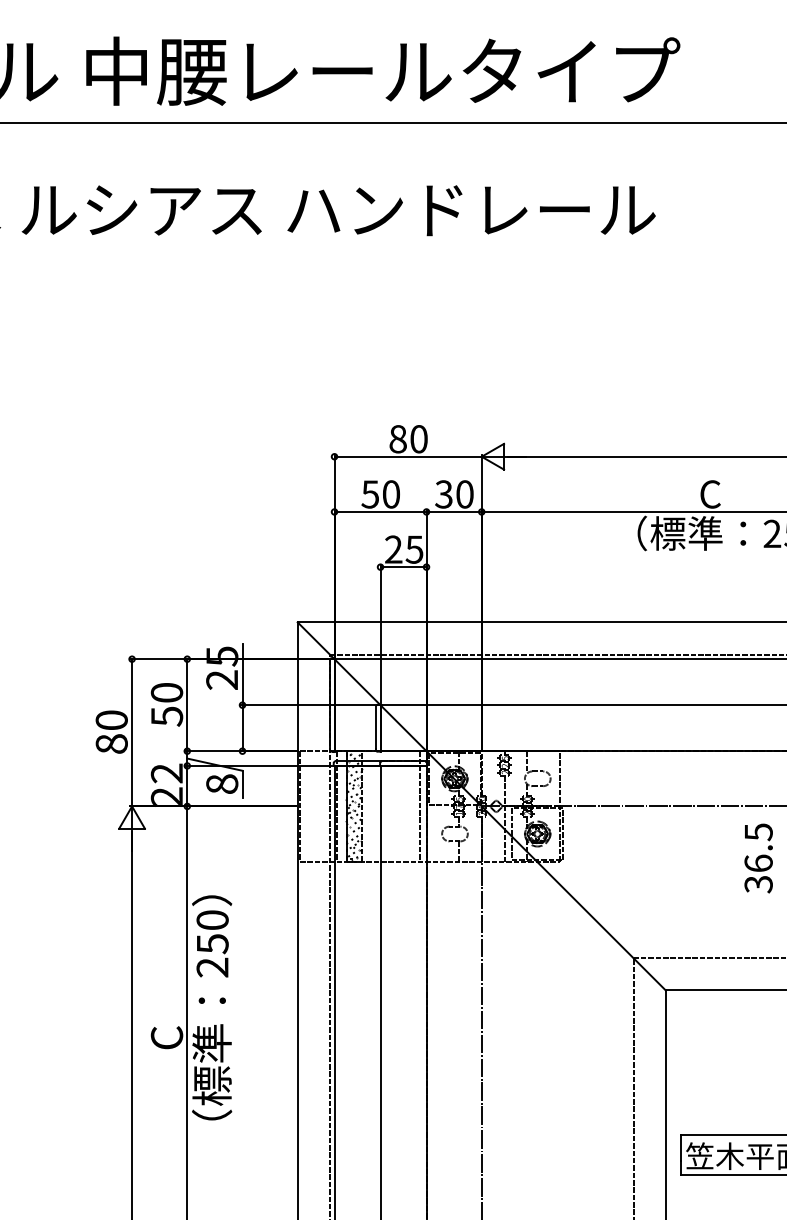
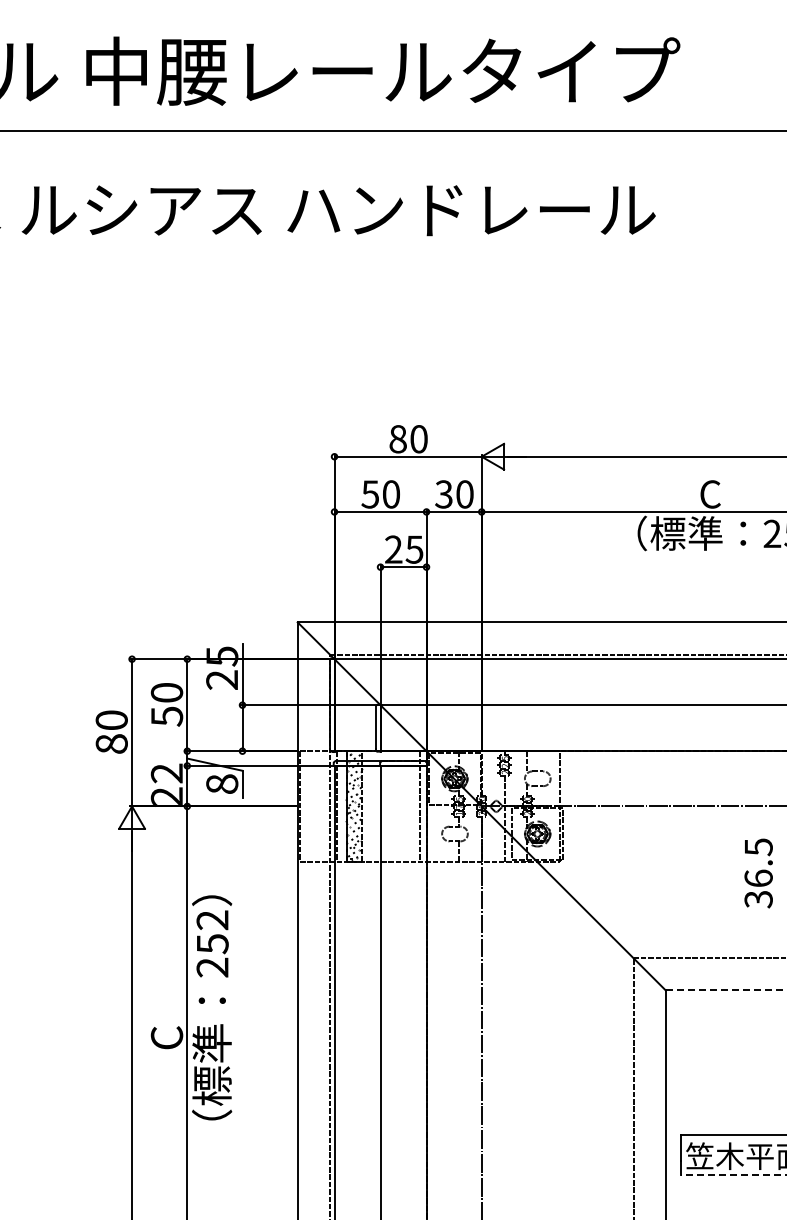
line at (392, 123) position: (392, 123) -> (392, 131)
text at (758, 858) position: (758, 858) -> (758, 873)
text at (212, 920): 250 -> 252
line at (726, 990): solid -> dashed
line at (734, 1175): solid -> dashed
